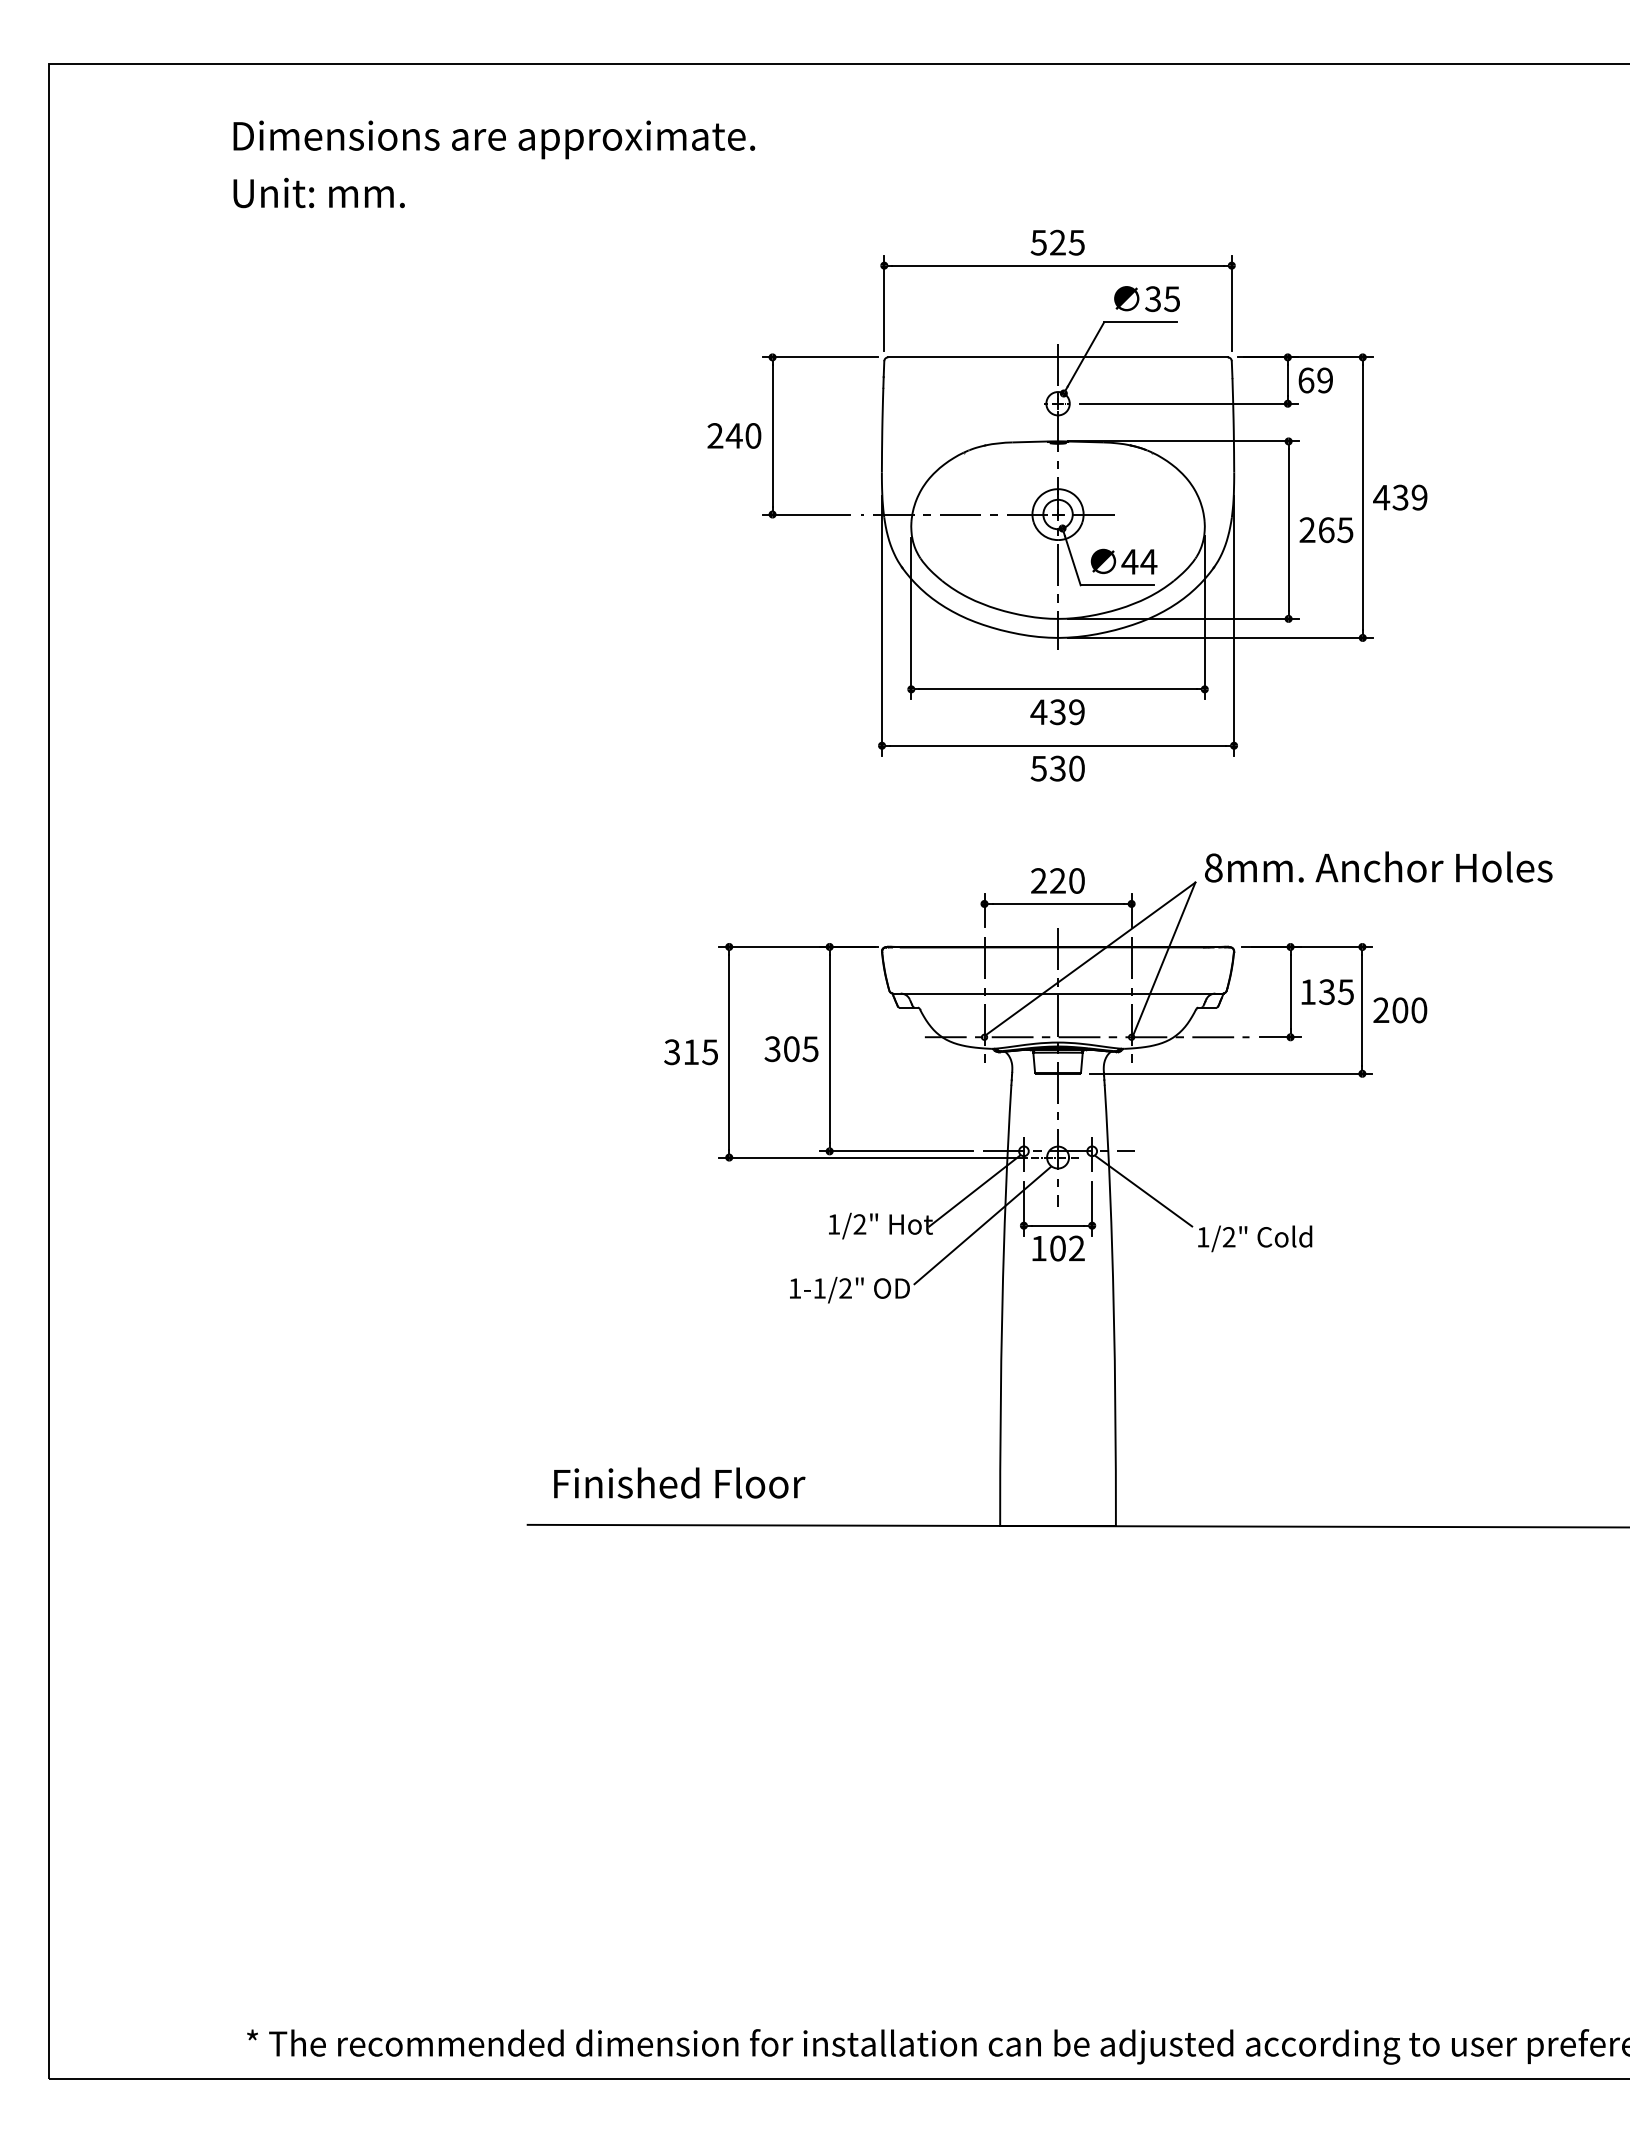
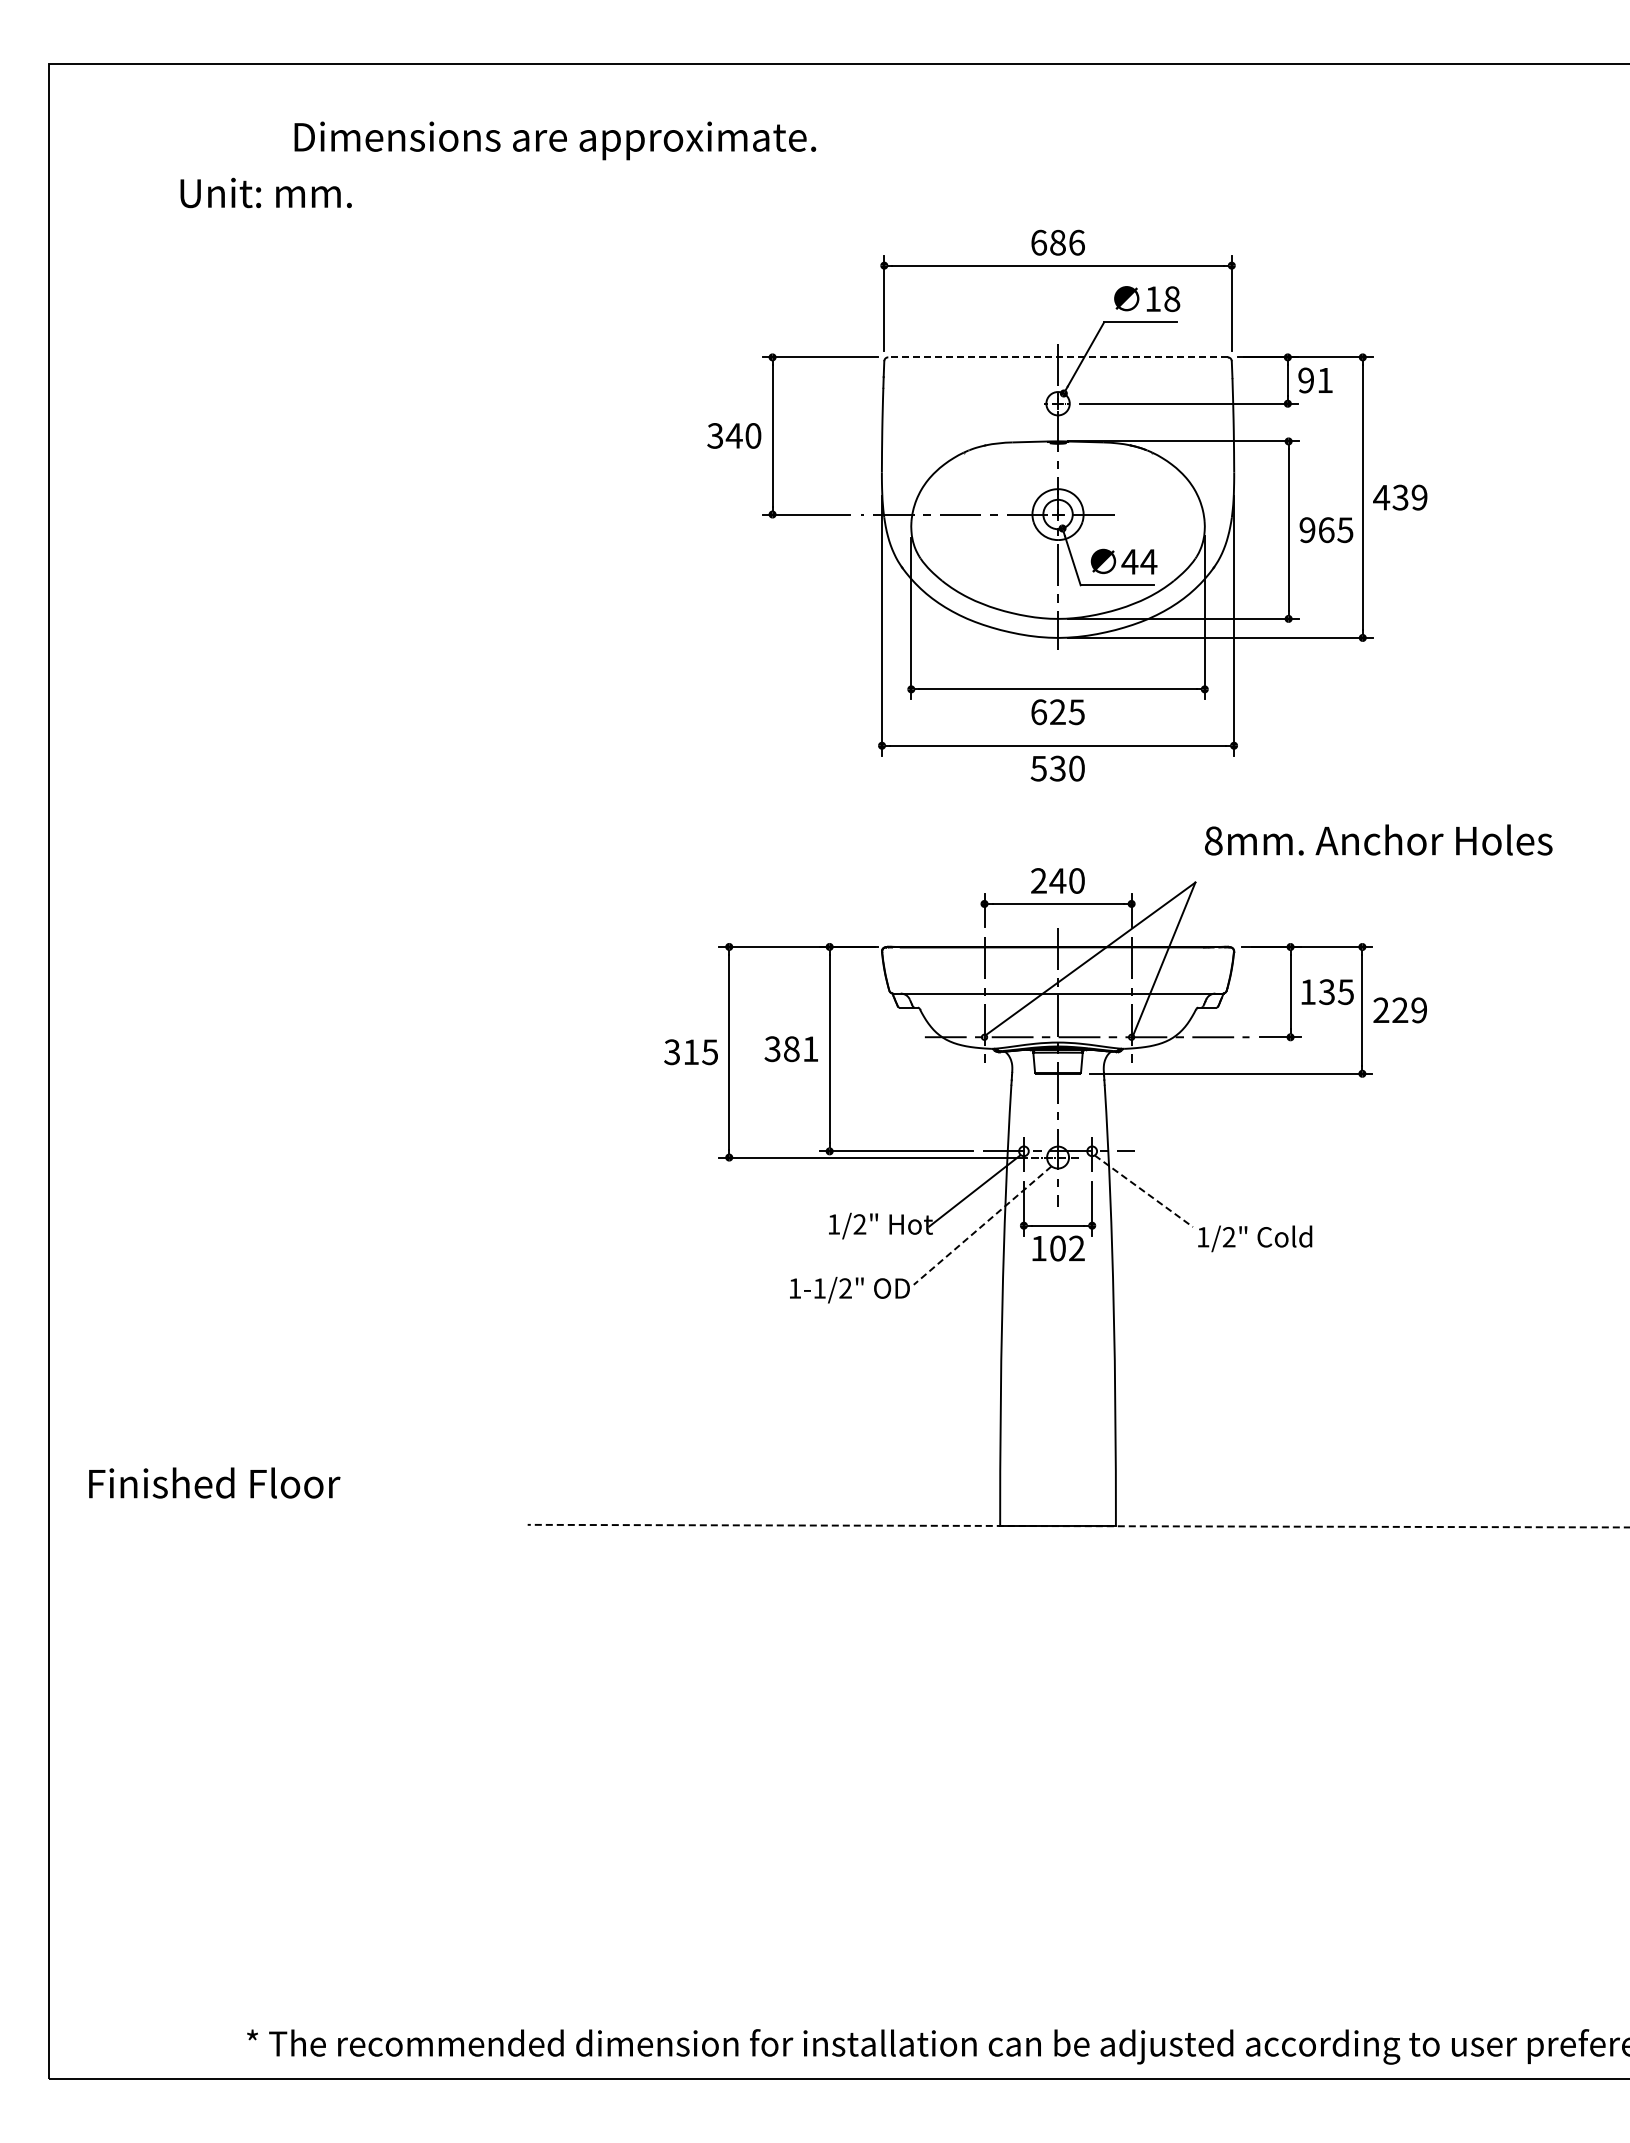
text at (494, 139) position: (494, 139) -> (555, 140)
text at (318, 192) position: (318, 192) -> (265, 192)
text at (1057, 242): 525 -> 686
text at (1162, 299): 35 -> 18
line at (1058, 357): solid -> dashed
text at (1315, 380): 69 -> 91
text at (715, 435): 240 -> 340
text at (1307, 530): 265 -> 965
text at (1057, 712): 439 -> 625
text at (1378, 866) position: (1378, 866) -> (1378, 839)
text at (1057, 880): 220 -> 240
text at (1409, 1010): 200 -> 229
text at (801, 1049): 305 -> 381
line at (1143, 1191): solid -> dashed
line at (982, 1225): solid -> dashed
text at (679, 1482) position: (679, 1482) -> (214, 1482)
line at (1078, 1526): solid -> dashed
